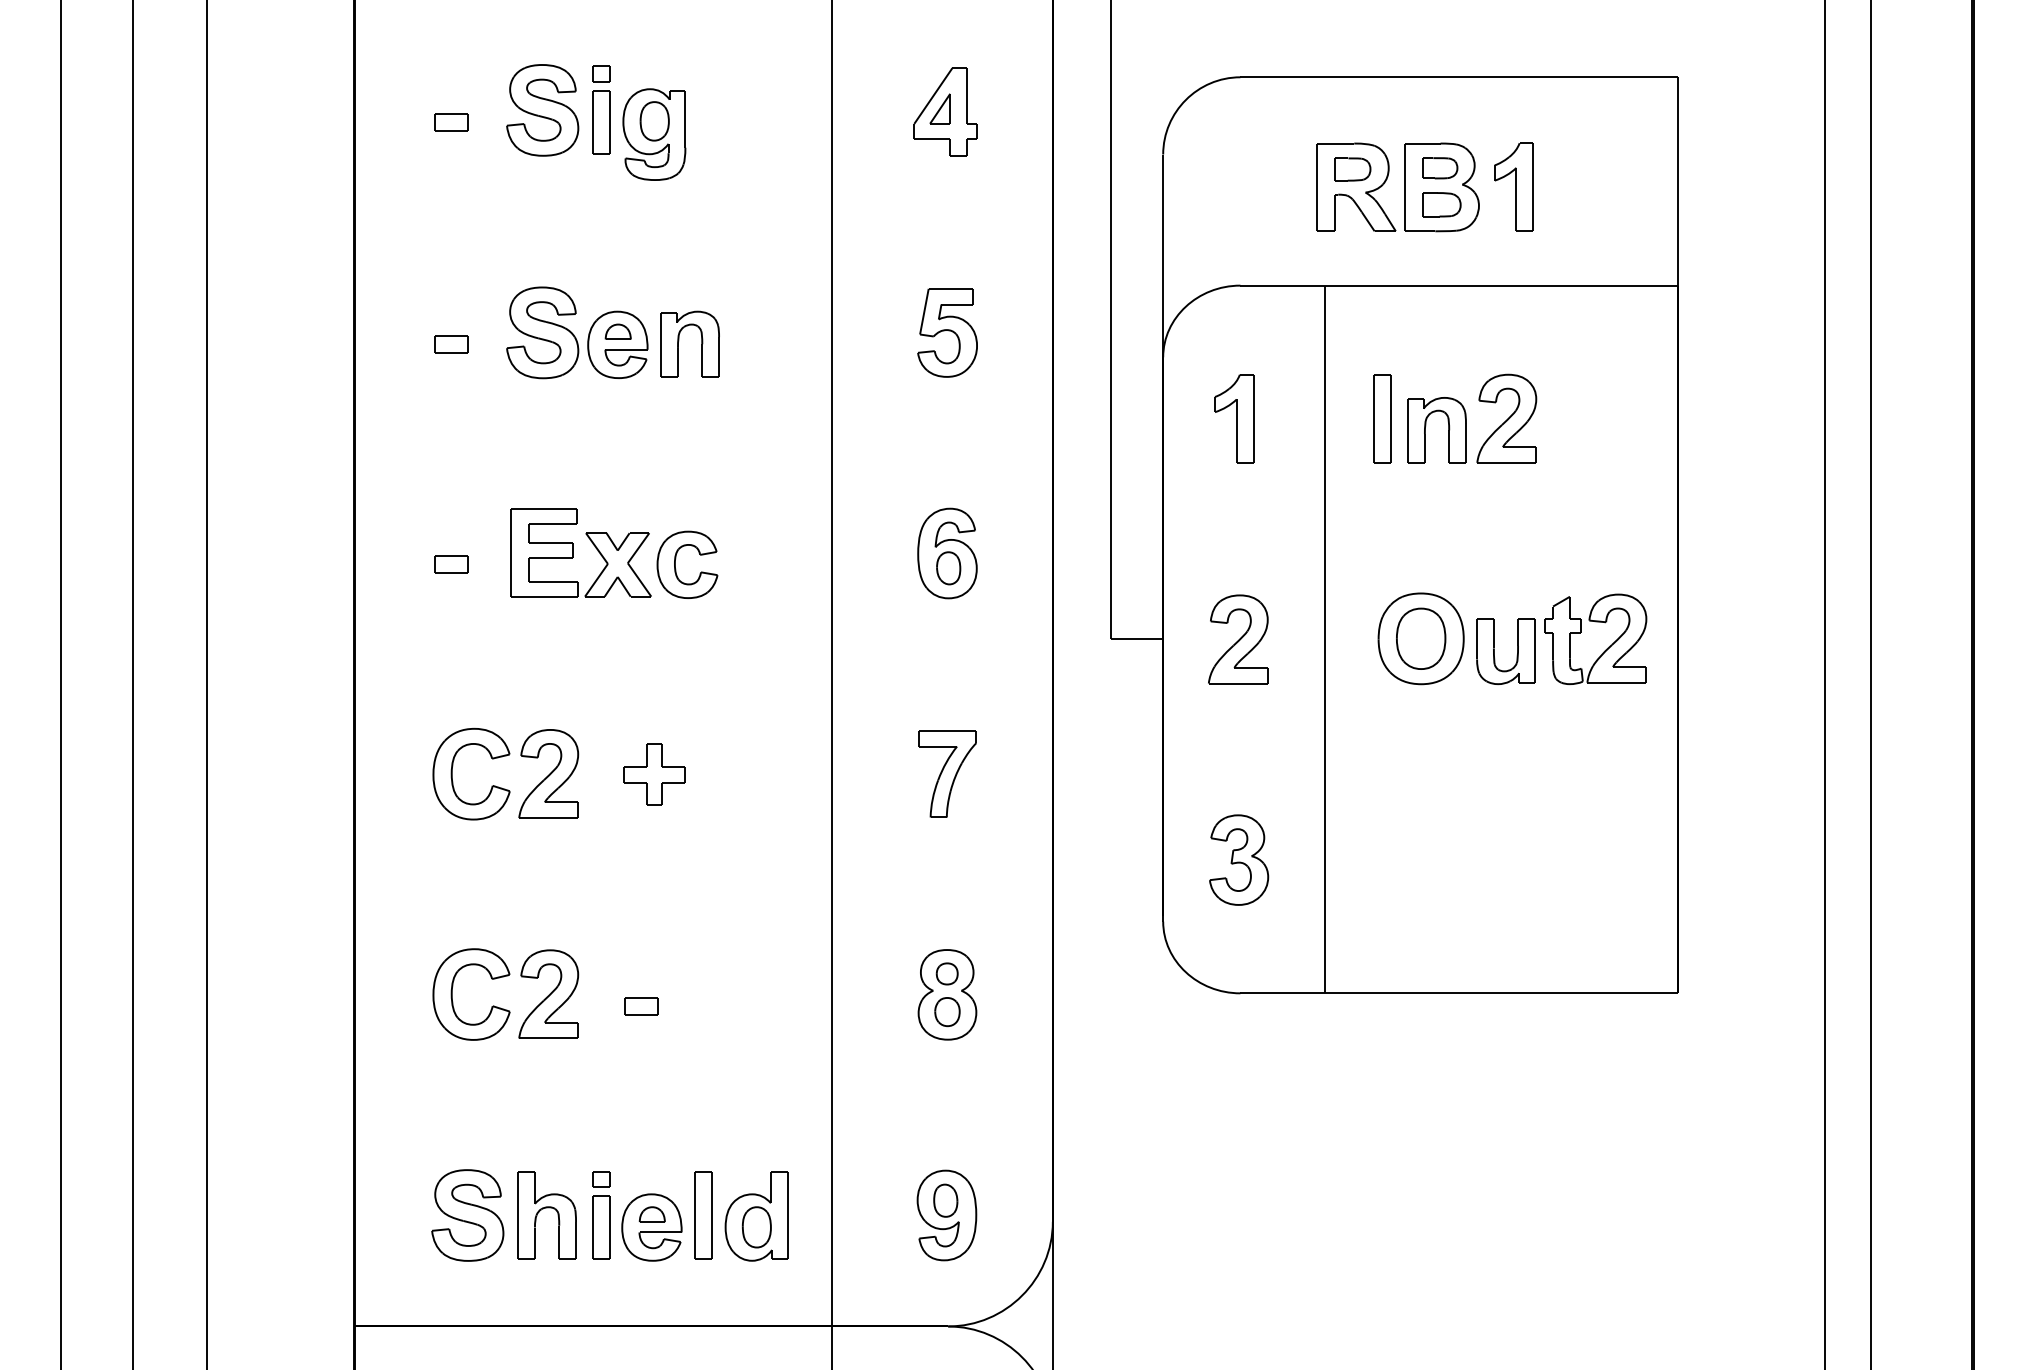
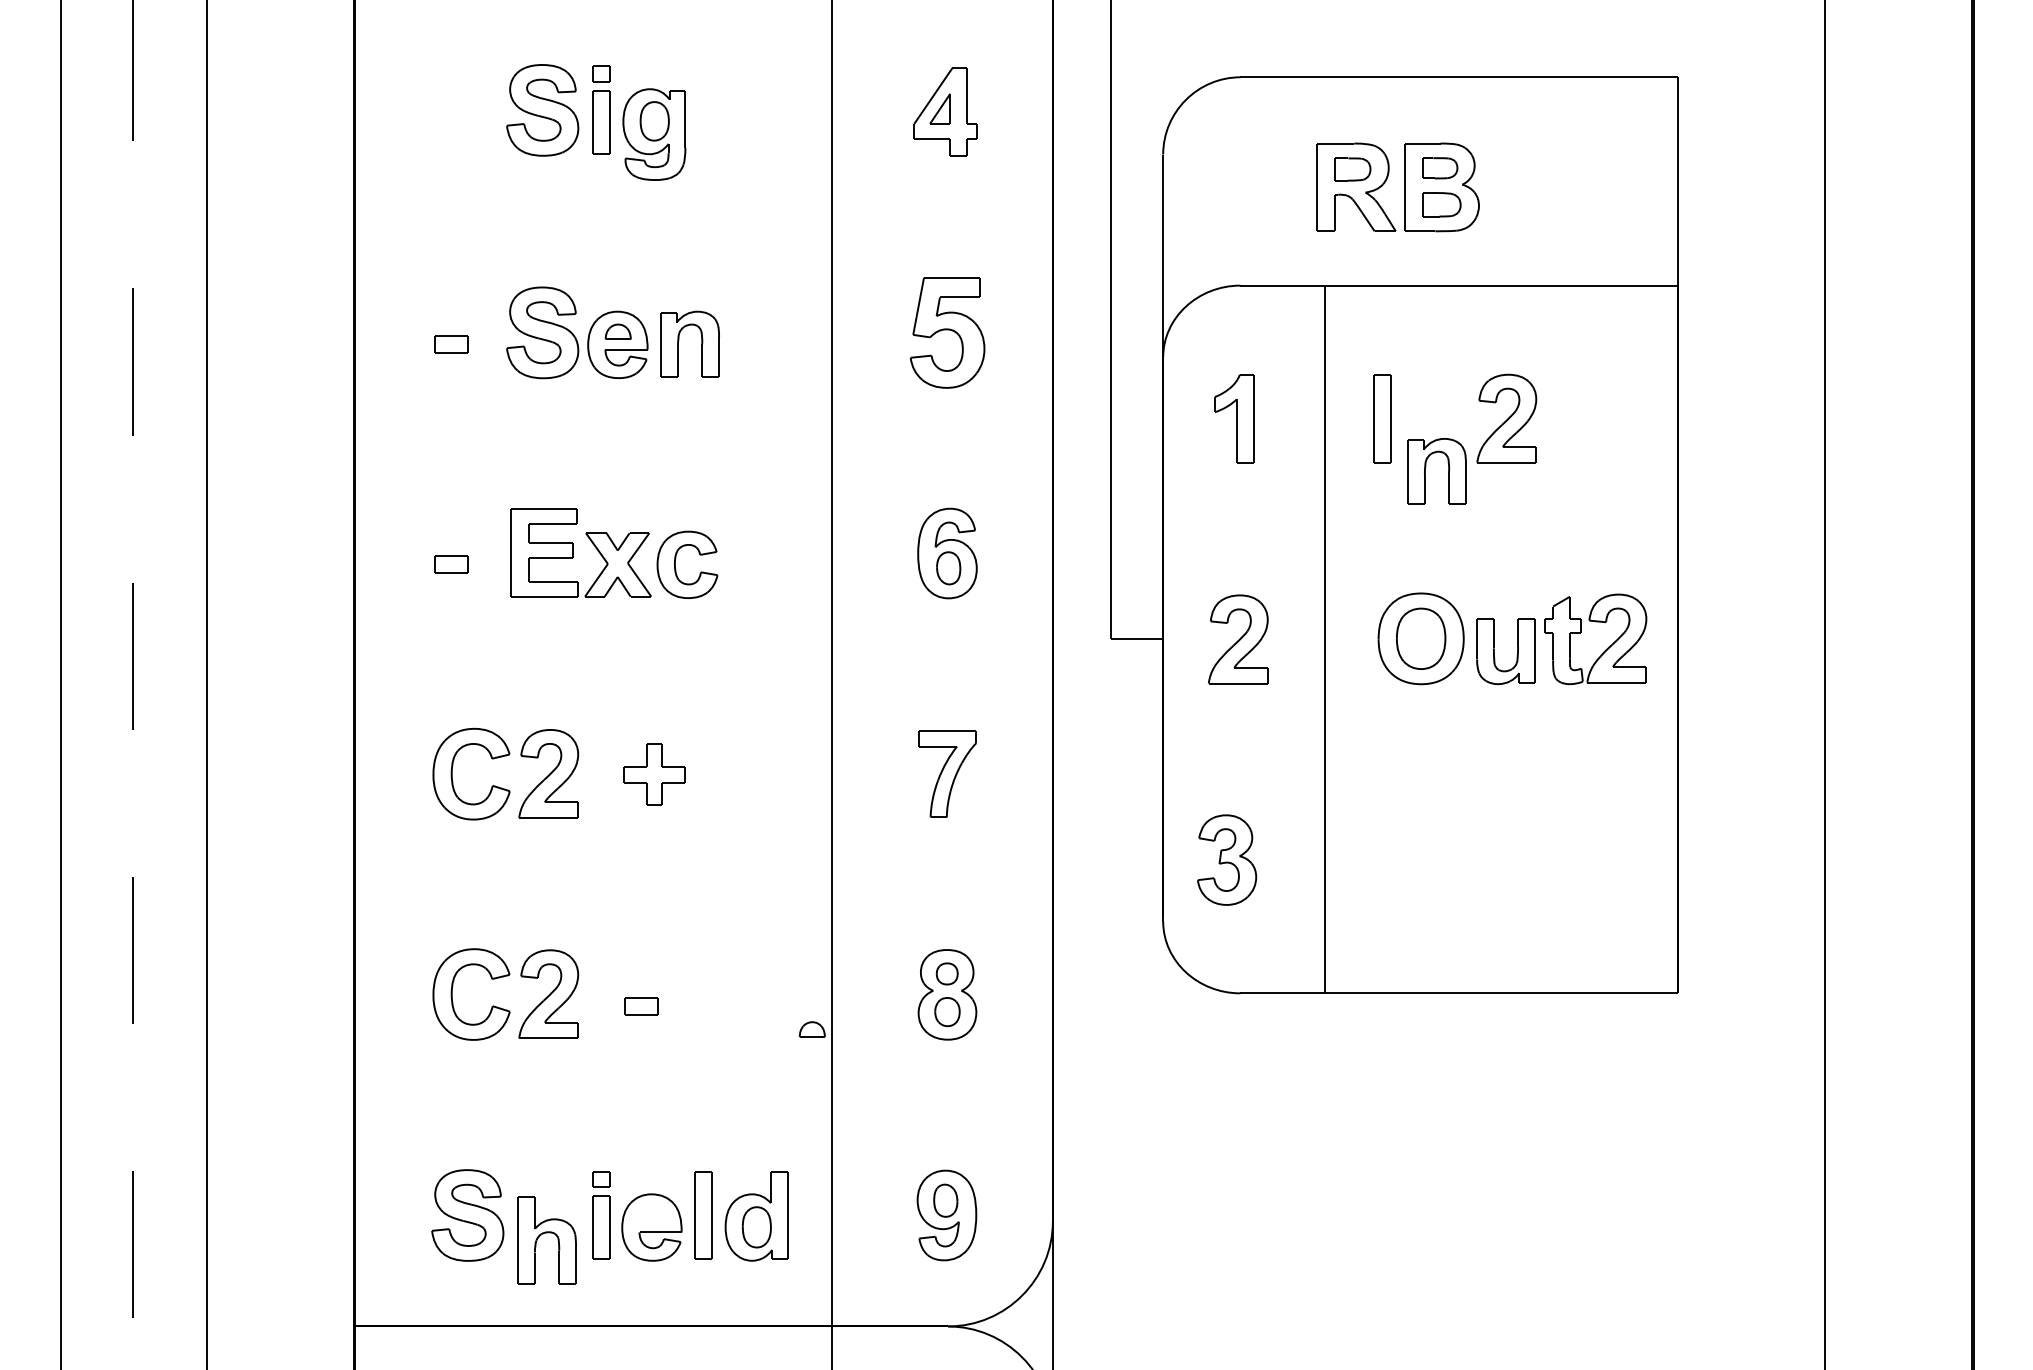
part at (451, 122): present -> none
part at (1513, 186): present -> none
part at (947, 332) size: 61x90 px -> 77x112 px
part at (1426, 426) position: (1426, 426) -> (1426, 467)
line at (1870, 684): present -> none
line at (132, 685): solid -> dashed
part at (1239, 859) position: (1239, 859) -> (1227, 859)
part at (543, 1209) position: (543, 1209) -> (543, 1234)
part at (651, 1214) position: (651, 1214) -> (811, 1029)
